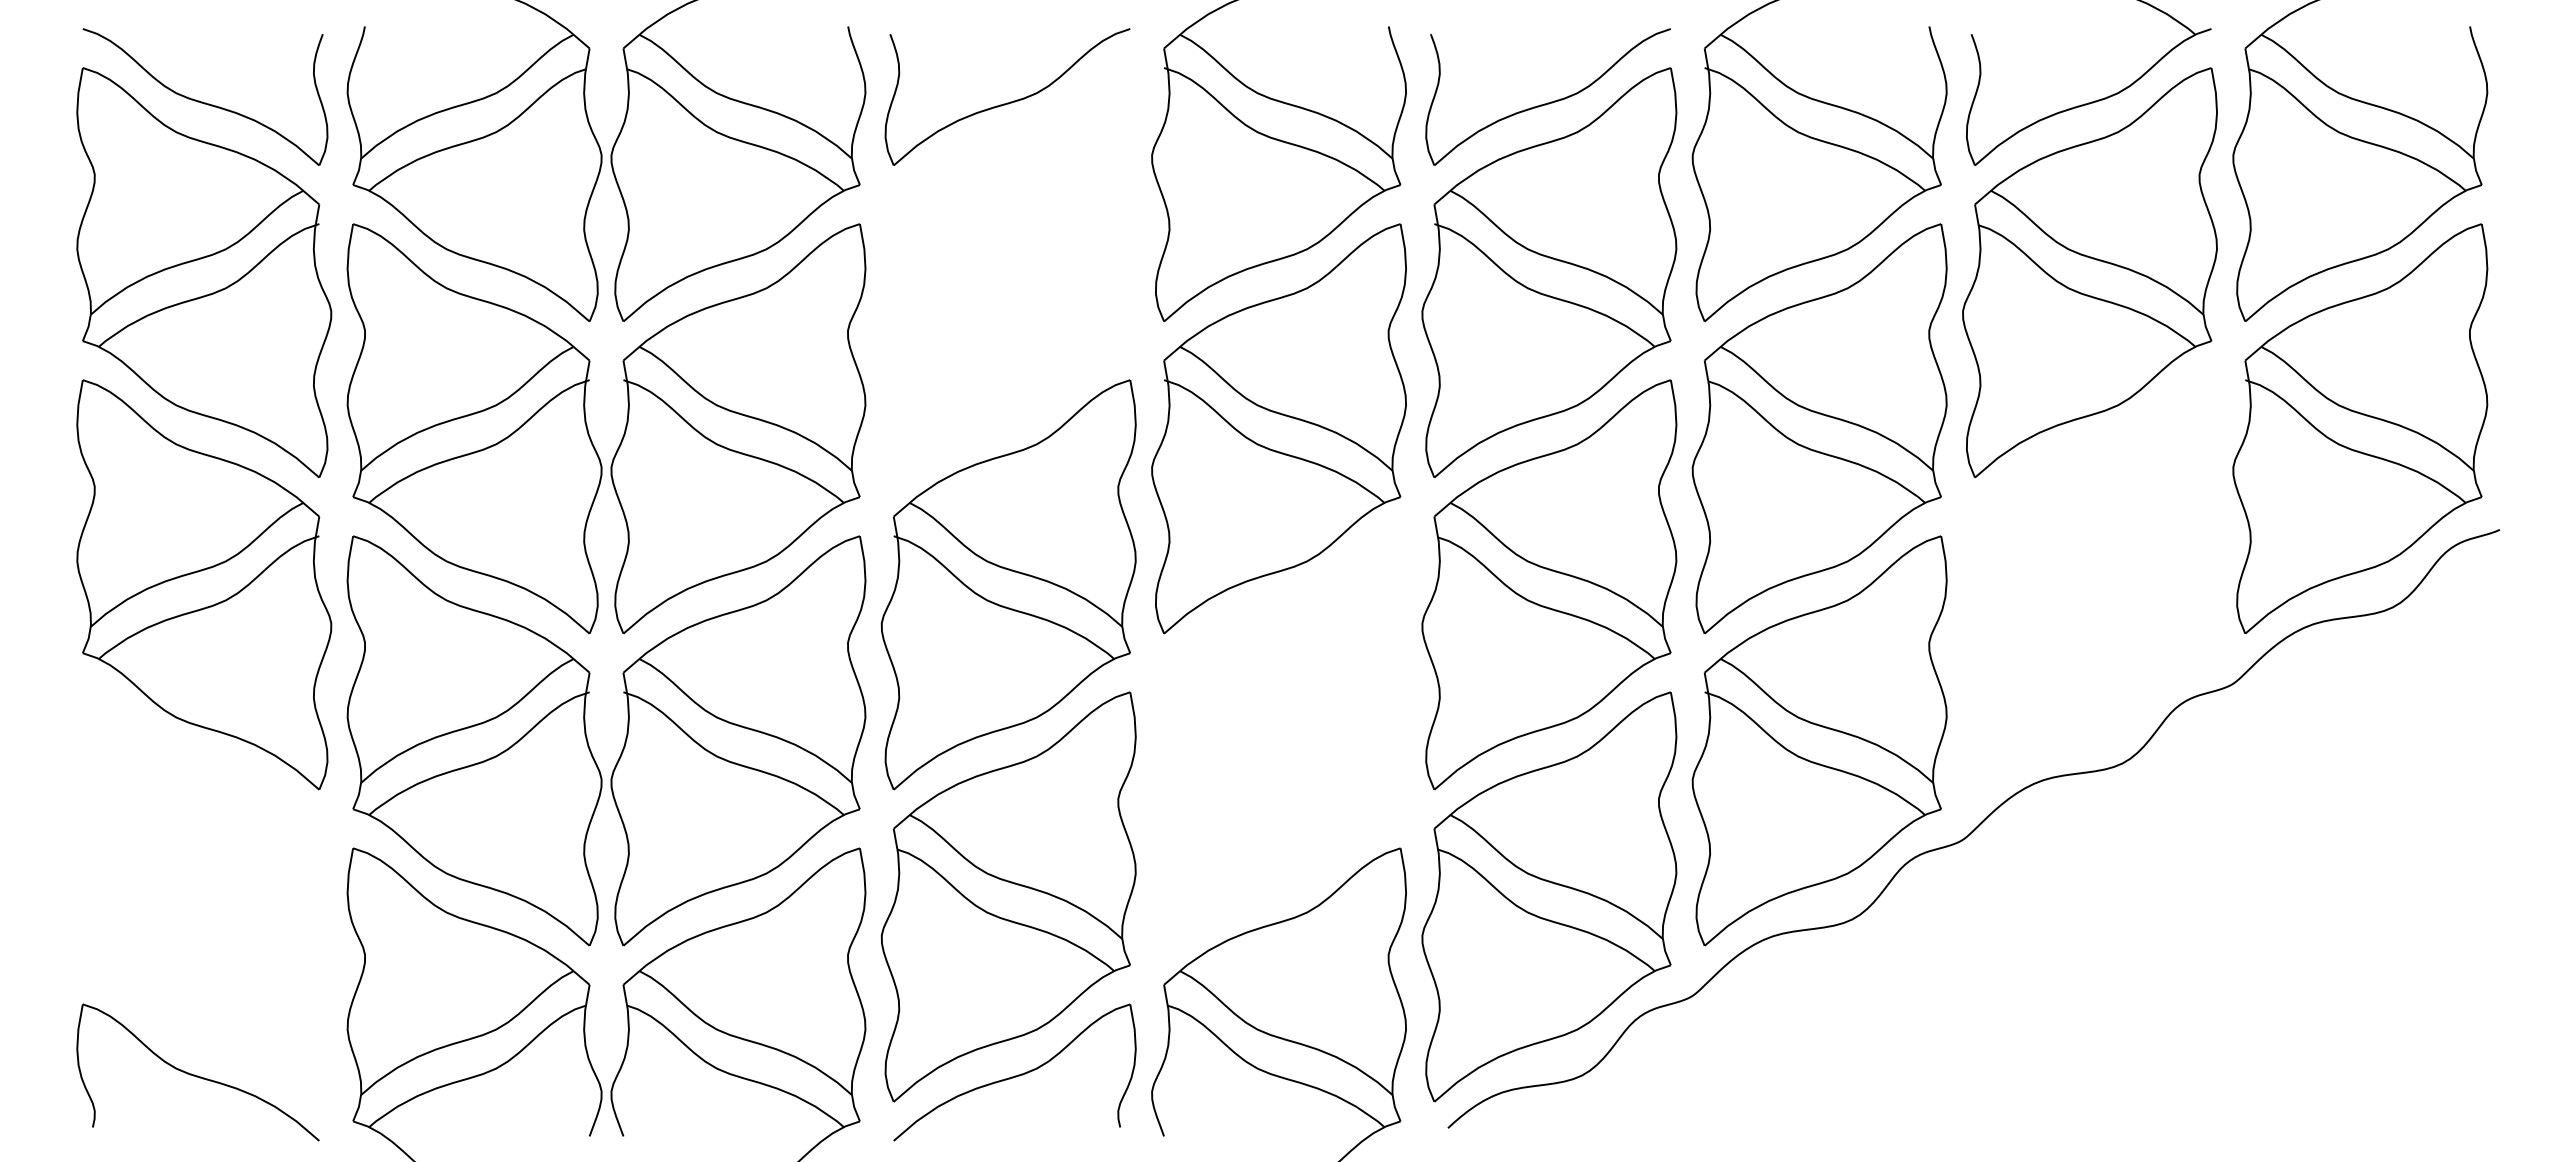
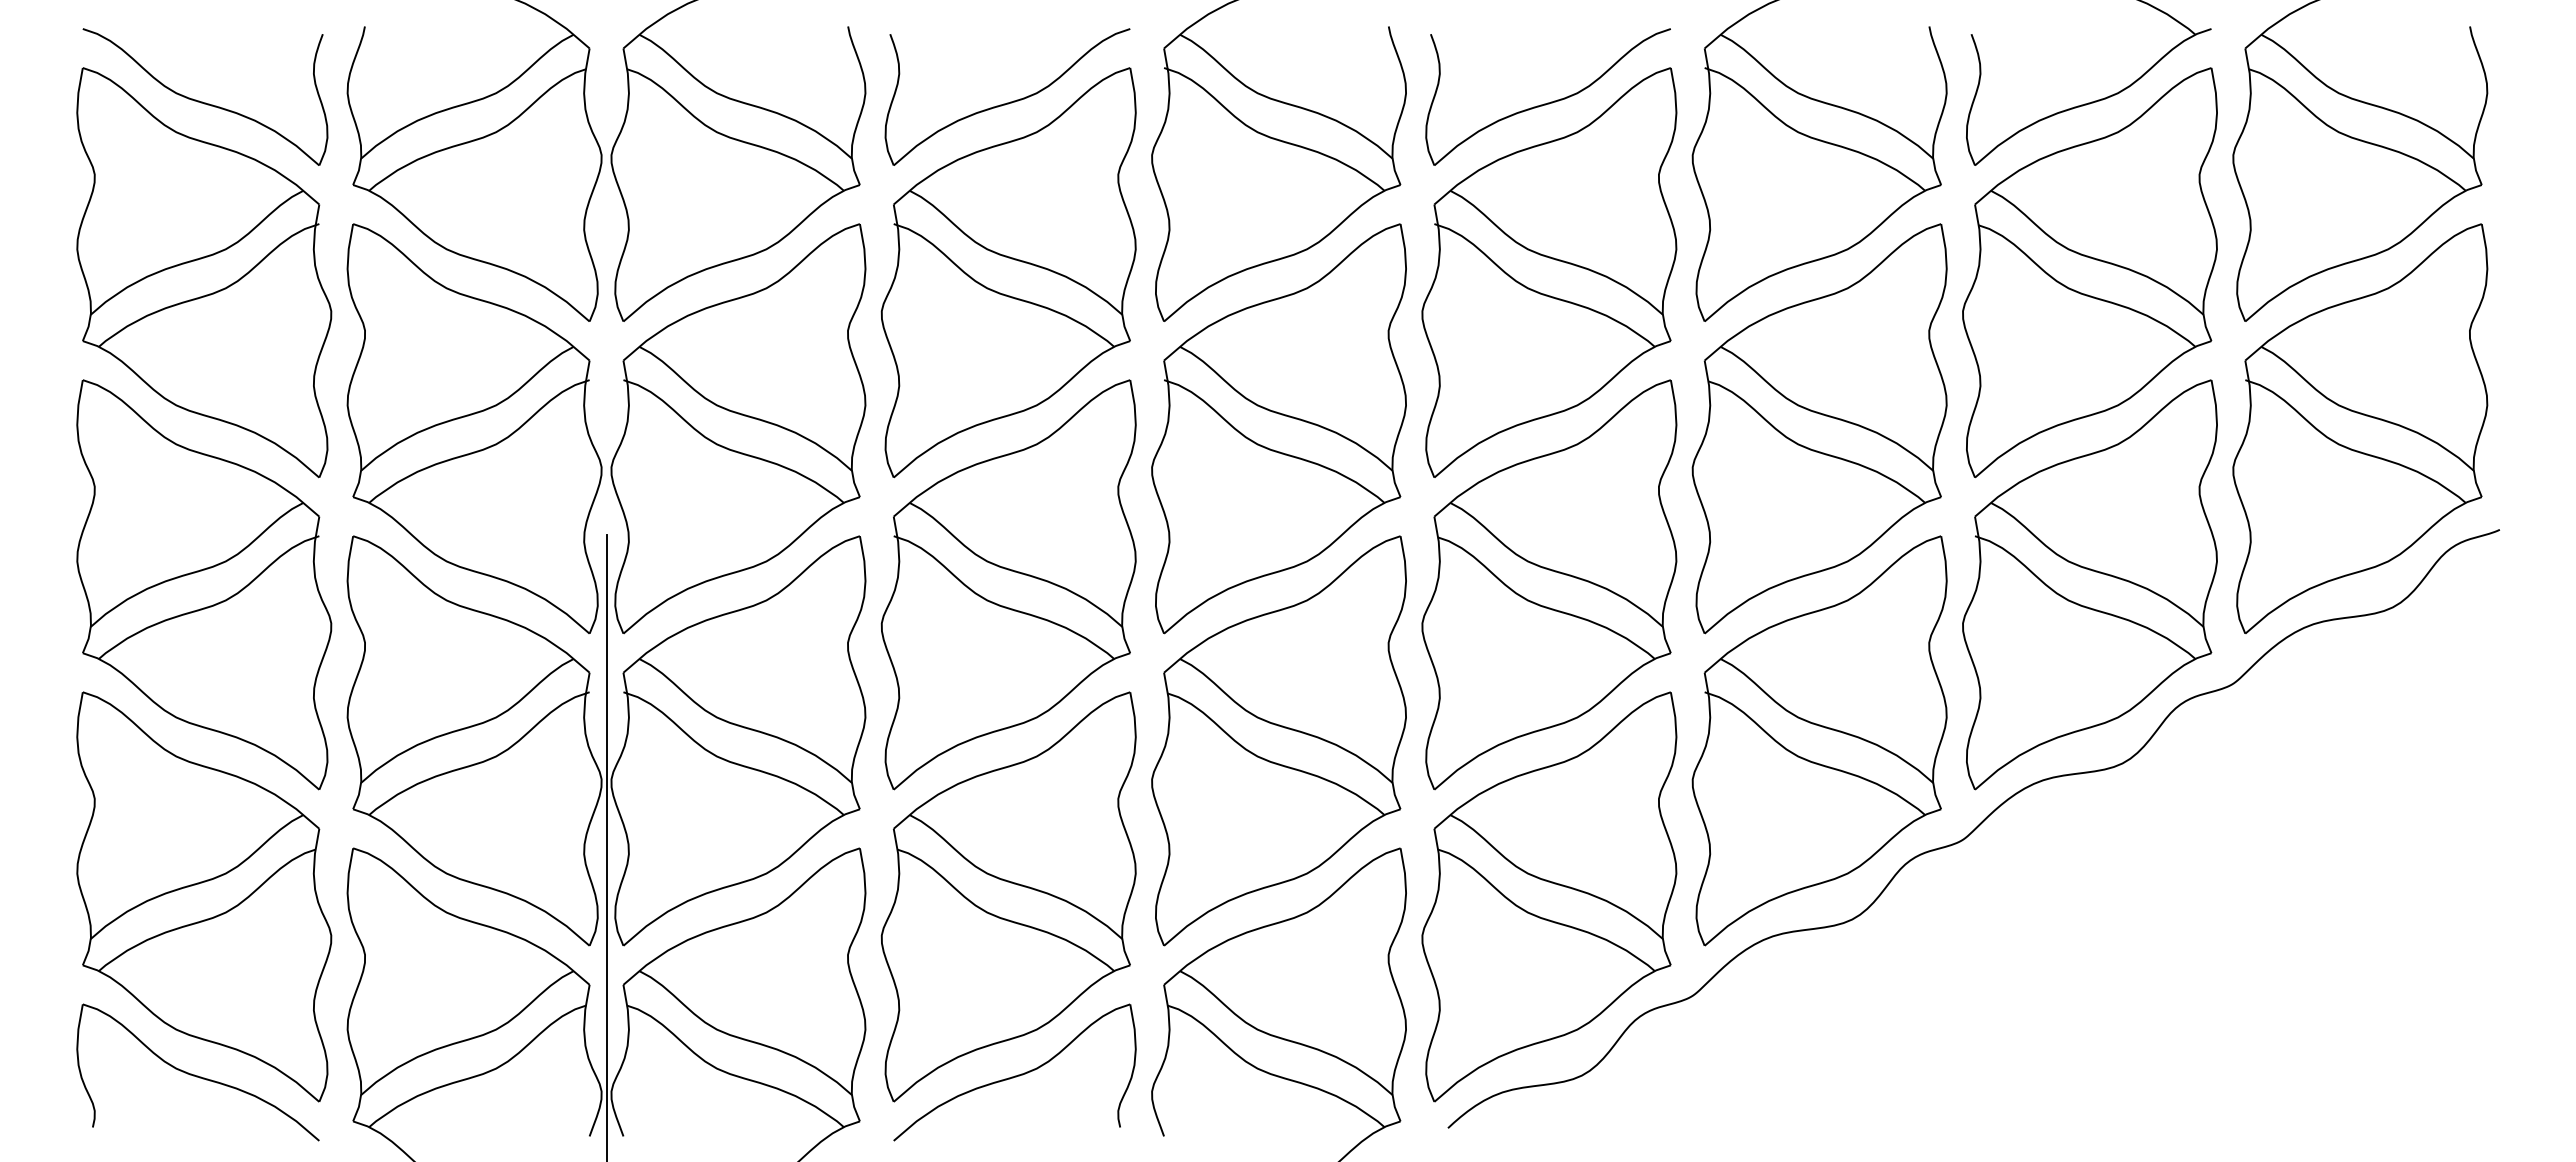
part at (1008, 272): none -> present
part at (2089, 584): none -> present
part at (1278, 740): none -> present
line at (606, 846): none -> present
part at (204, 896): none -> present
